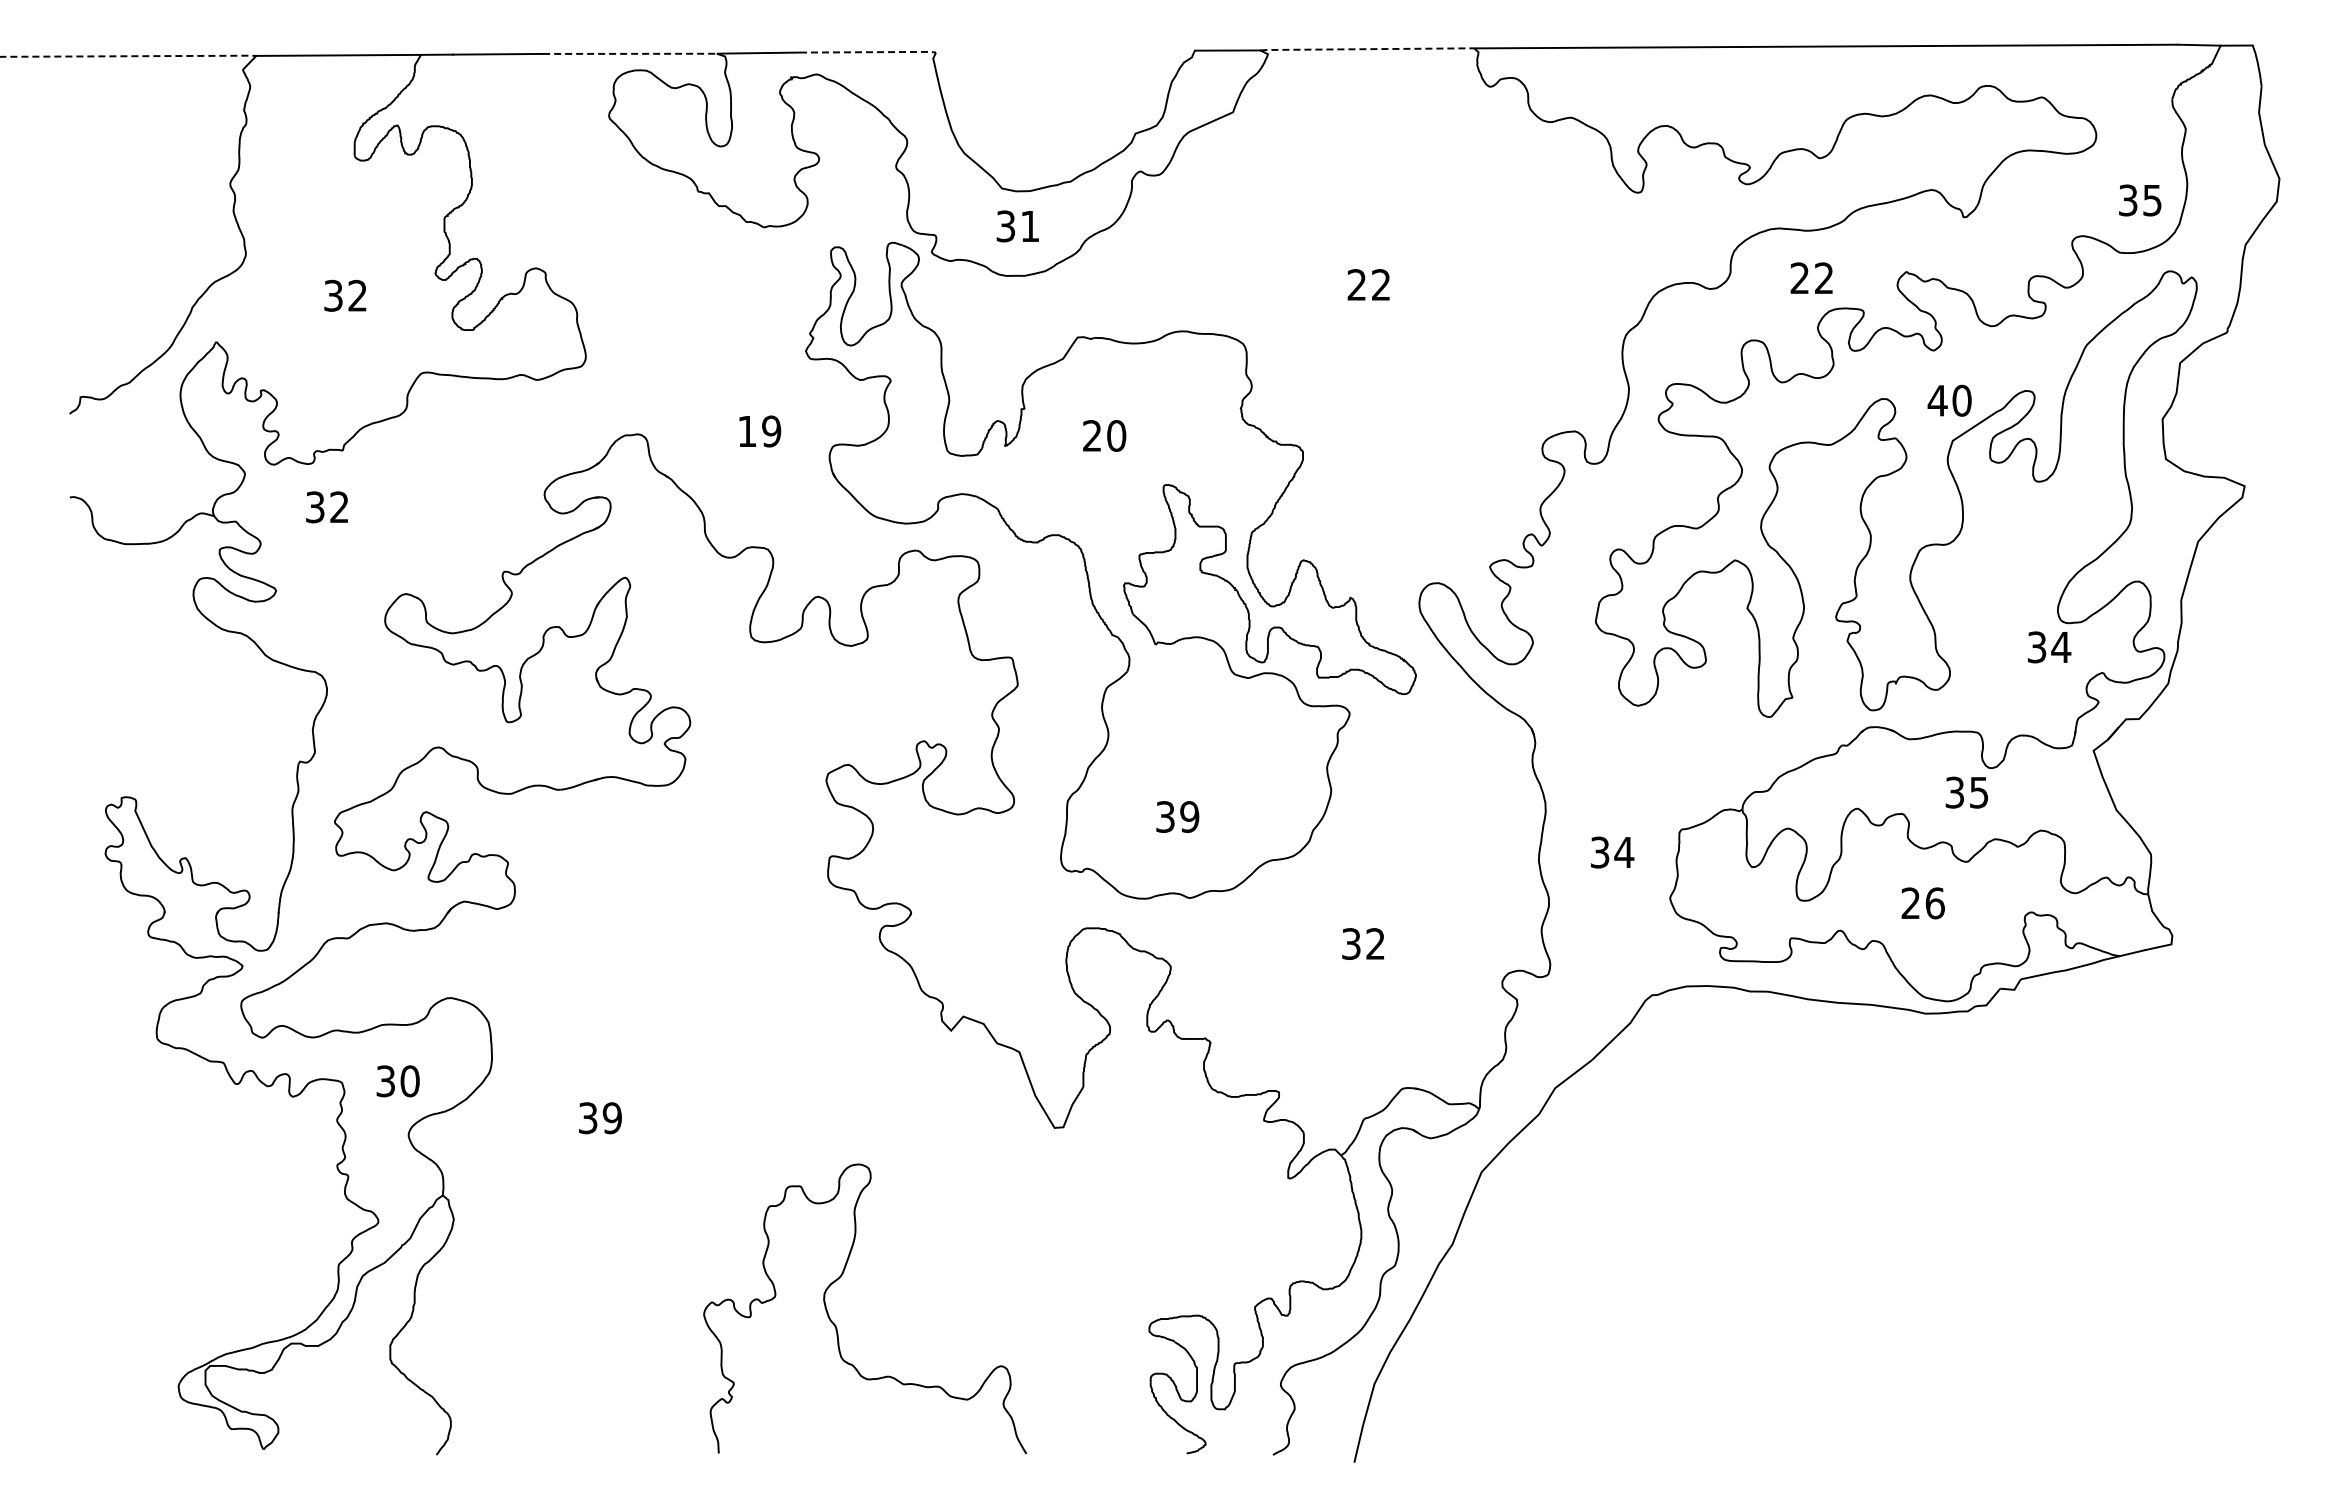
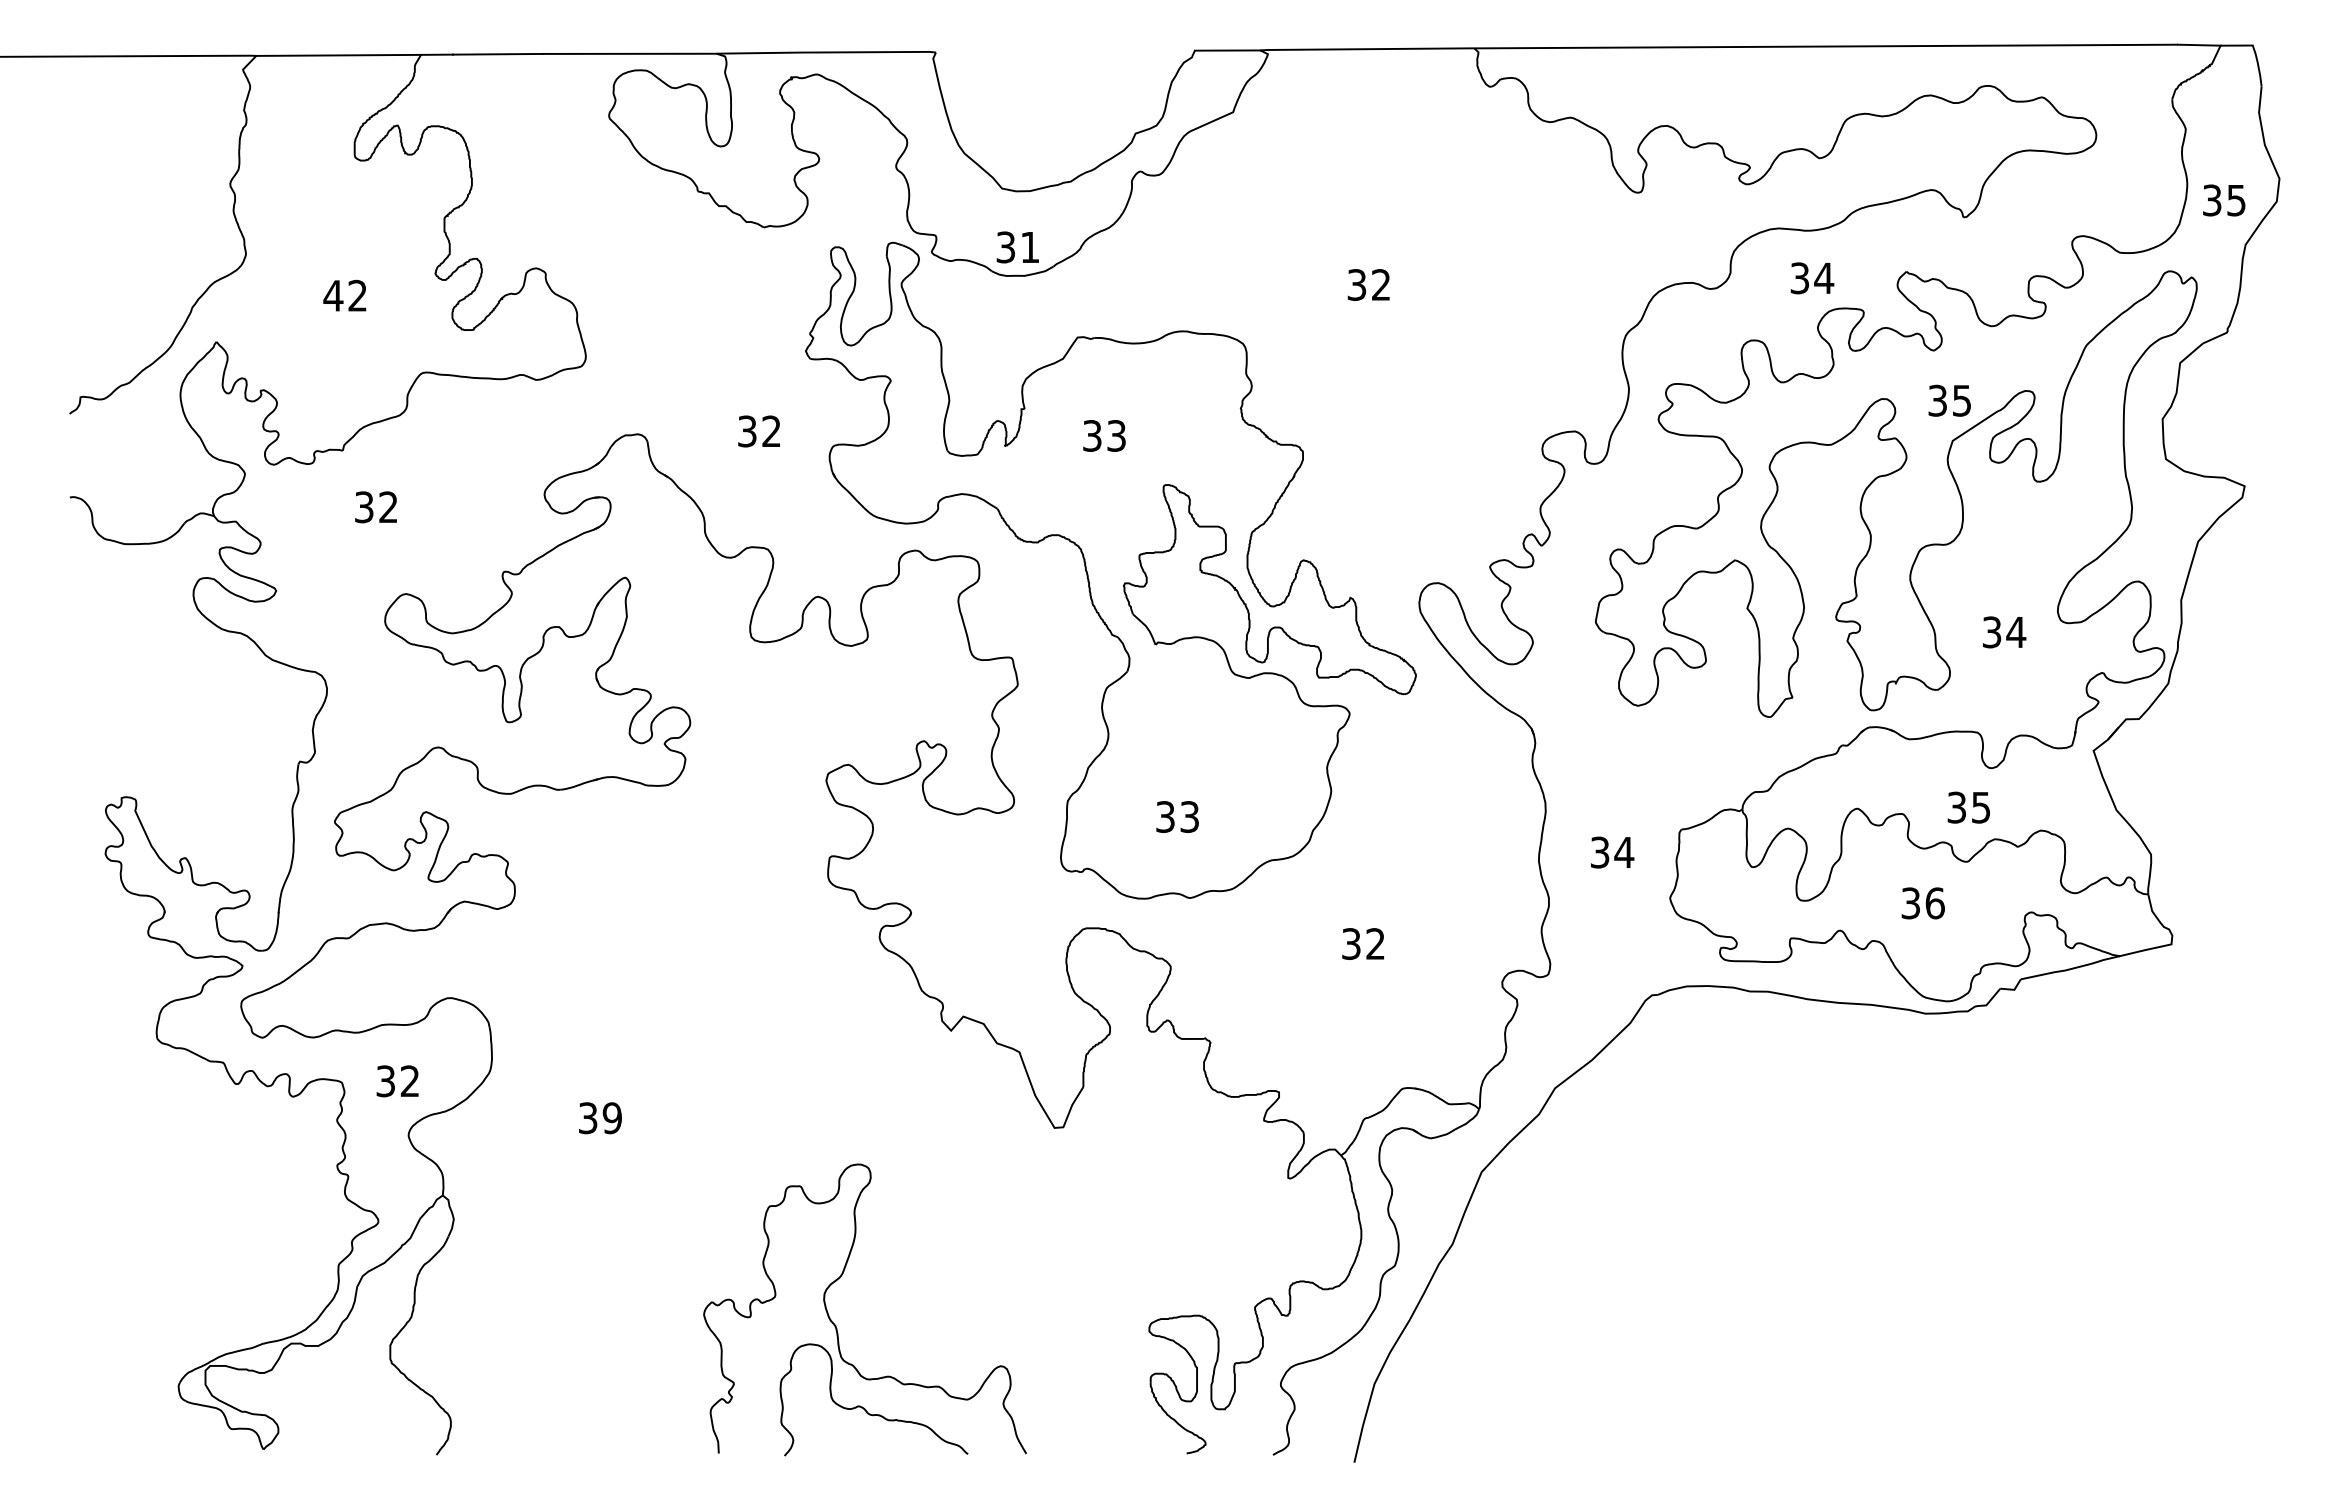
line at (1366, 49): dashed -> solid
line at (868, 52): dashed -> solid
line at (629, 53): dashed -> solid
line at (129, 56): dashed -> solid
text at (2140, 200) position: (2140, 200) -> (2224, 200)
text at (1017, 226) position: (1017, 226) -> (1017, 247)
text at (1812, 278): 22 -> 34
text at (1356, 284): 22 -> 32
text at (333, 295): 32 -> 42
text at (1949, 400): 40 -> 35
text at (759, 431): 19 -> 32
text at (1104, 435): 20 -> 33
text at (326, 507) position: (326, 507) -> (375, 507)
text at (2049, 647) position: (2049, 647) -> (2004, 632)
text at (1966, 792) position: (1966, 792) -> (1968, 807)
text at (1189, 816): 39 -> 33
text at (1910, 903): 26 -> 36
text at (409, 1081): 30 -> 32
curve at (865, 1408): none -> present
